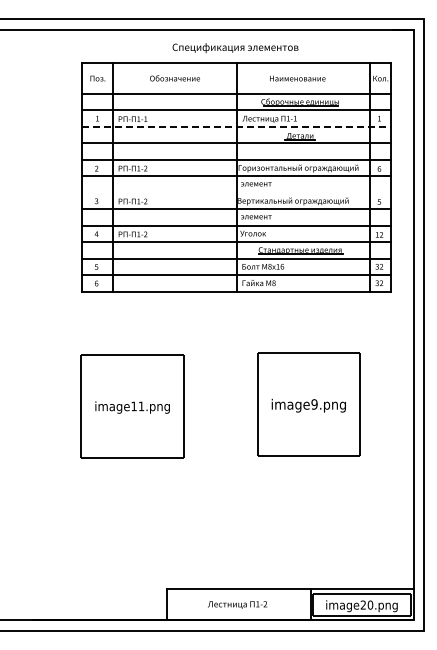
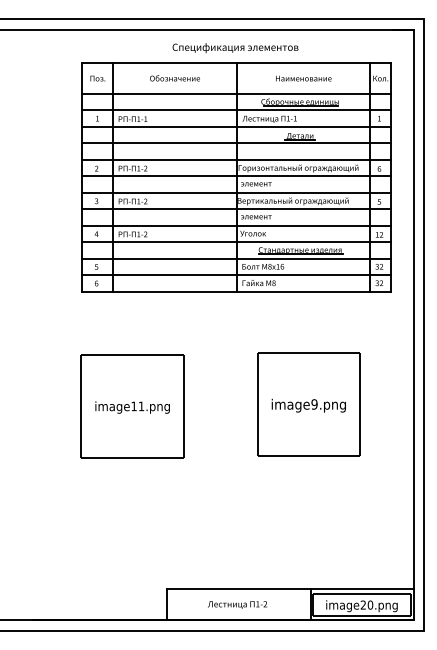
text at (297, 78) position: (297, 78) -> (303, 78)
line at (237, 126): dashed -> solid
line at (236, 192): none -> present
